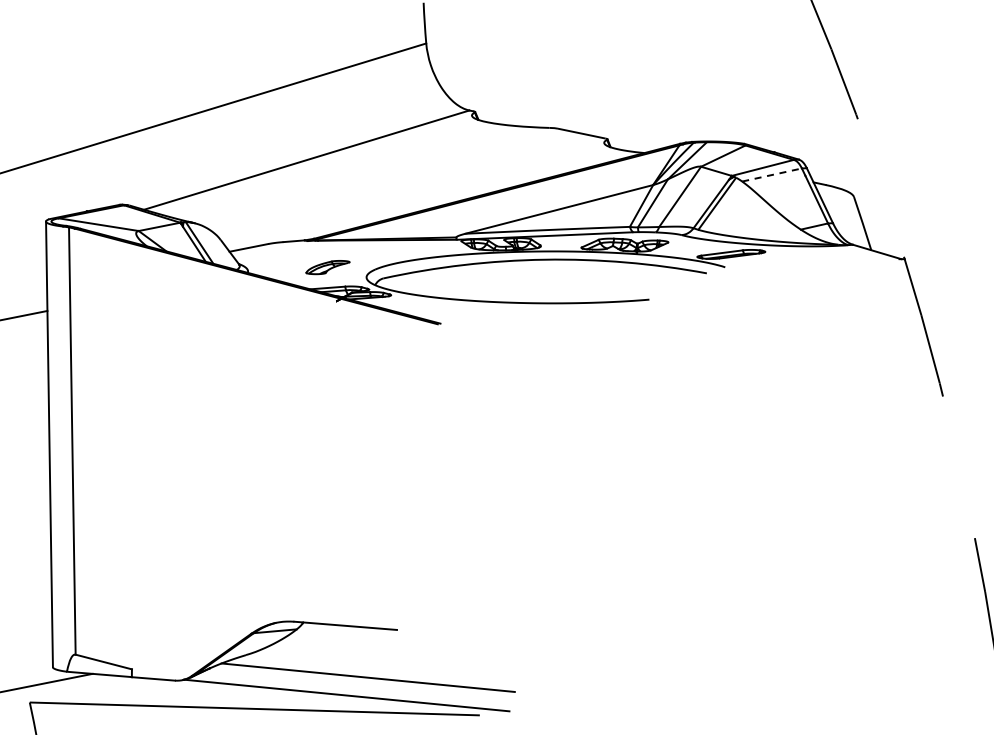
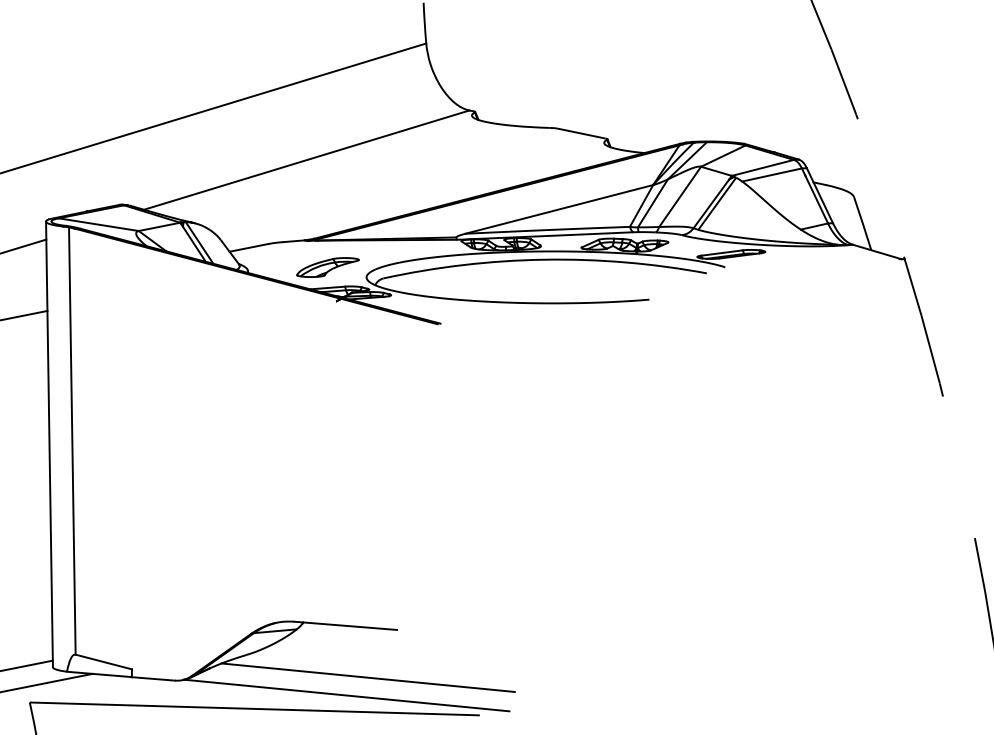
line at (772, 175): dashed -> solid
line at (24, 246): none -> present
part at (327, 267) size: 46x16 px -> 64x21 px
line at (27, 665): none -> present
